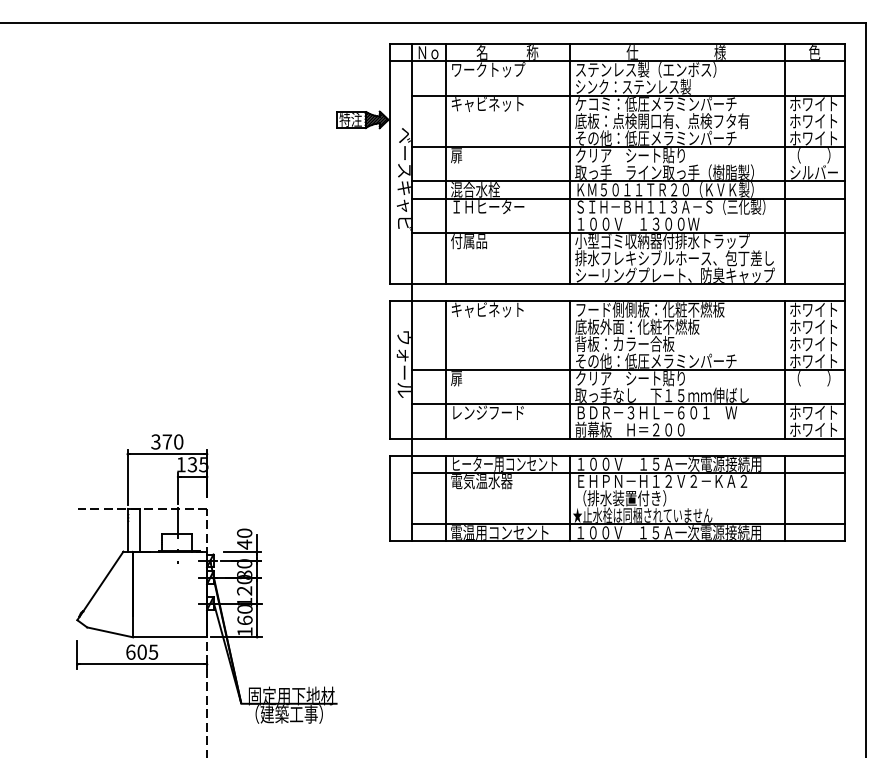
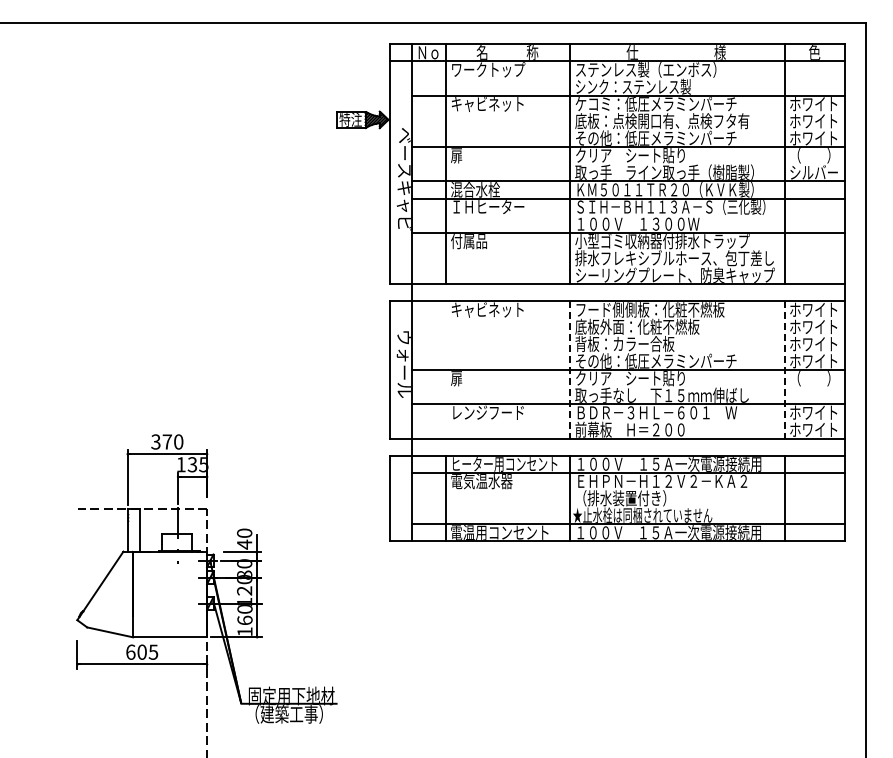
line at (446, 369): present -> none
line at (570, 369): solid -> dashed
line at (784, 369): solid -> dashed
